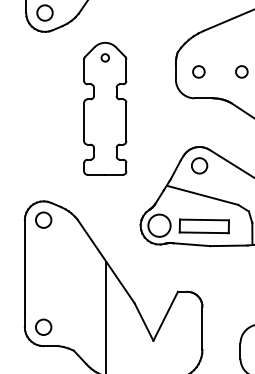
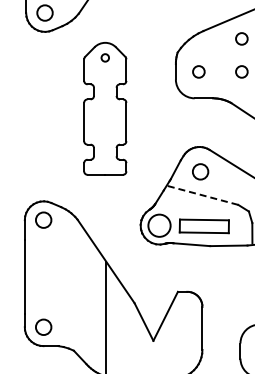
circle at (241, 38): none -> present
circle at (199, 165) position: (199, 165) -> (200, 171)
line at (203, 195): solid -> dashed
